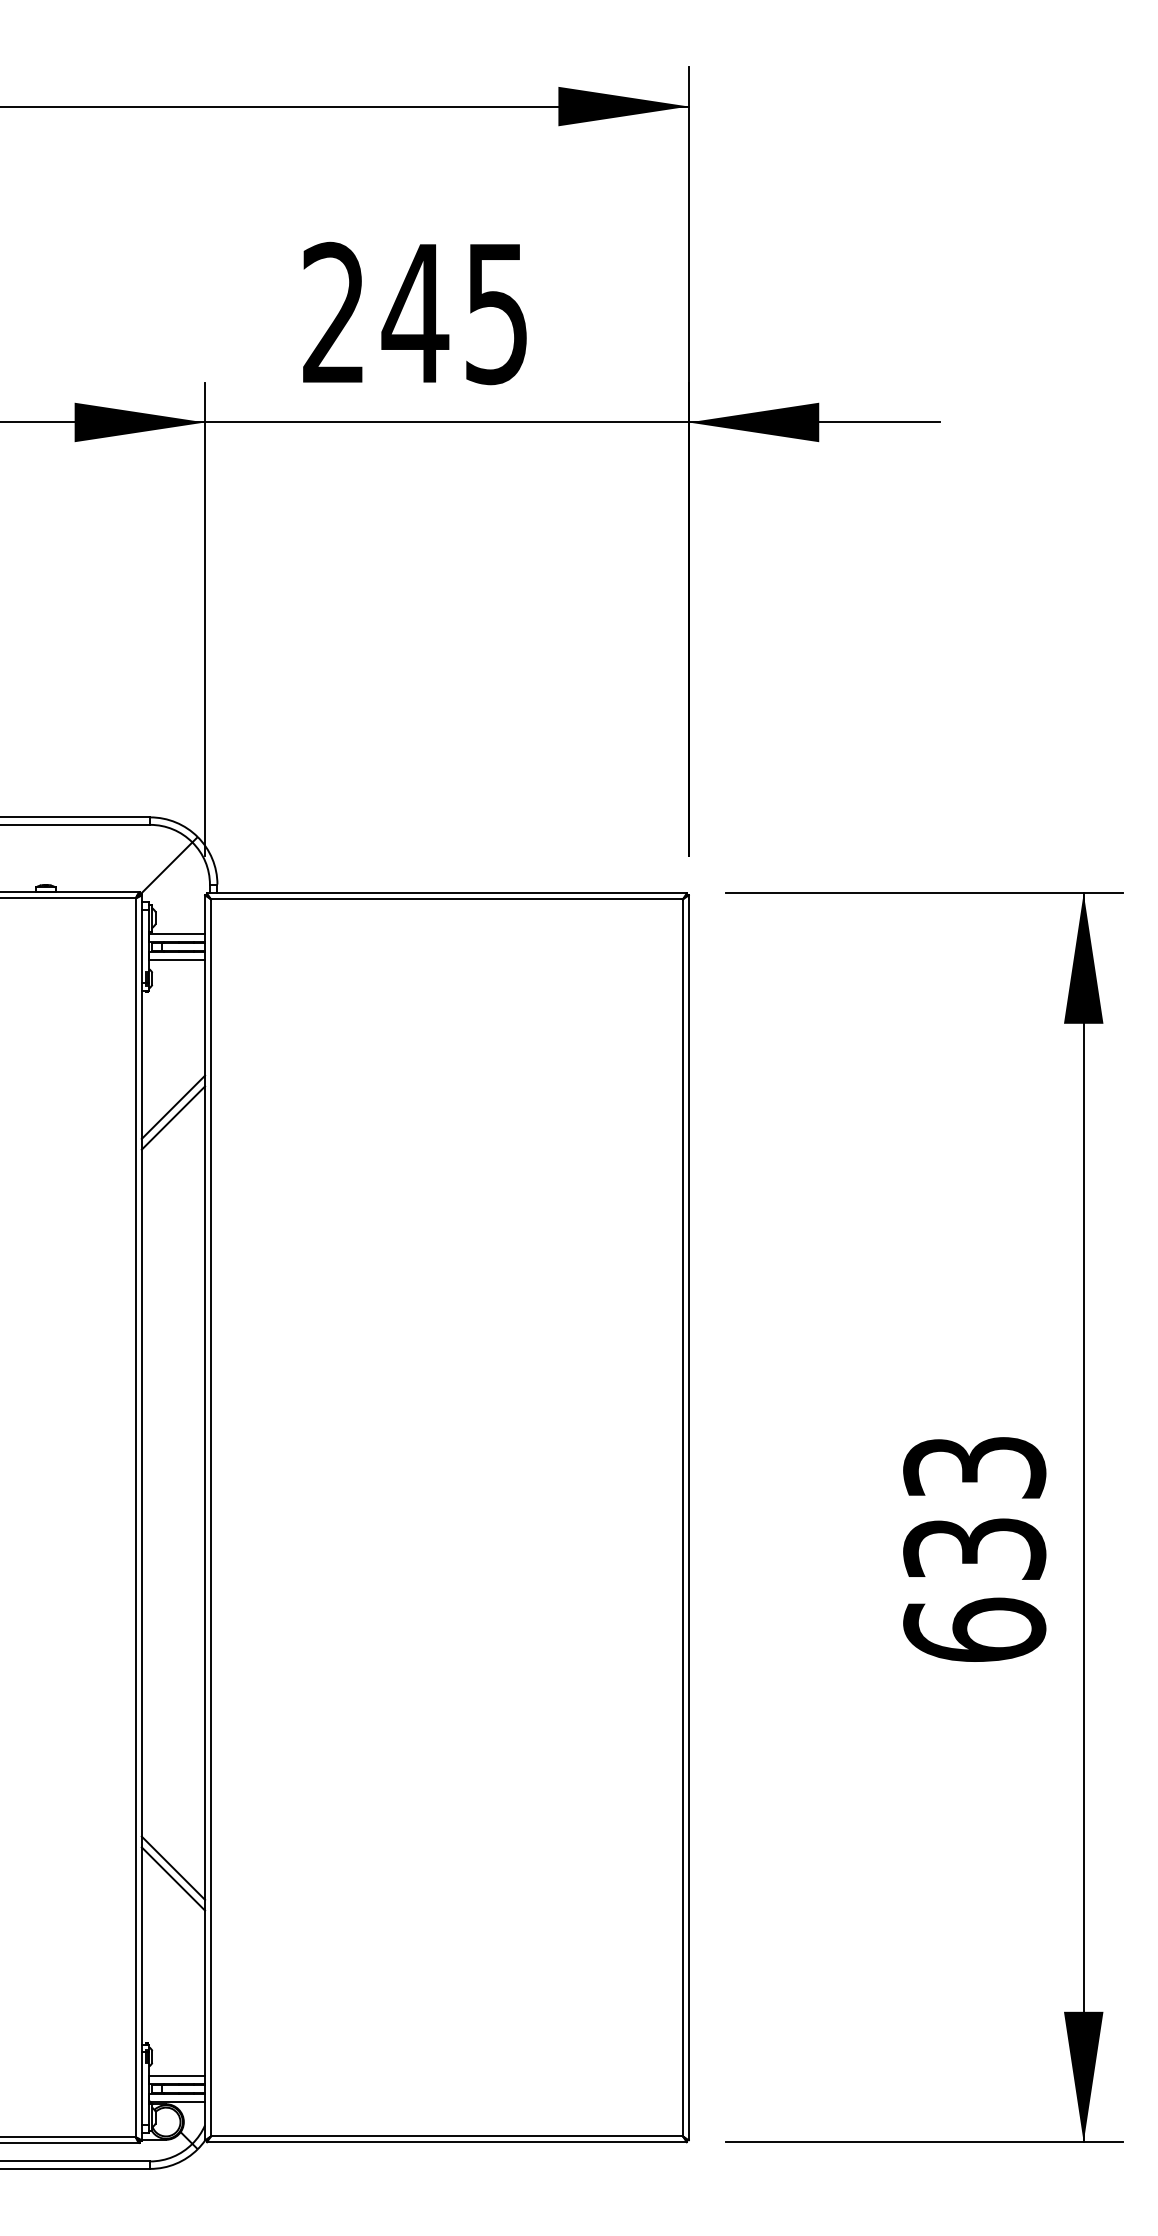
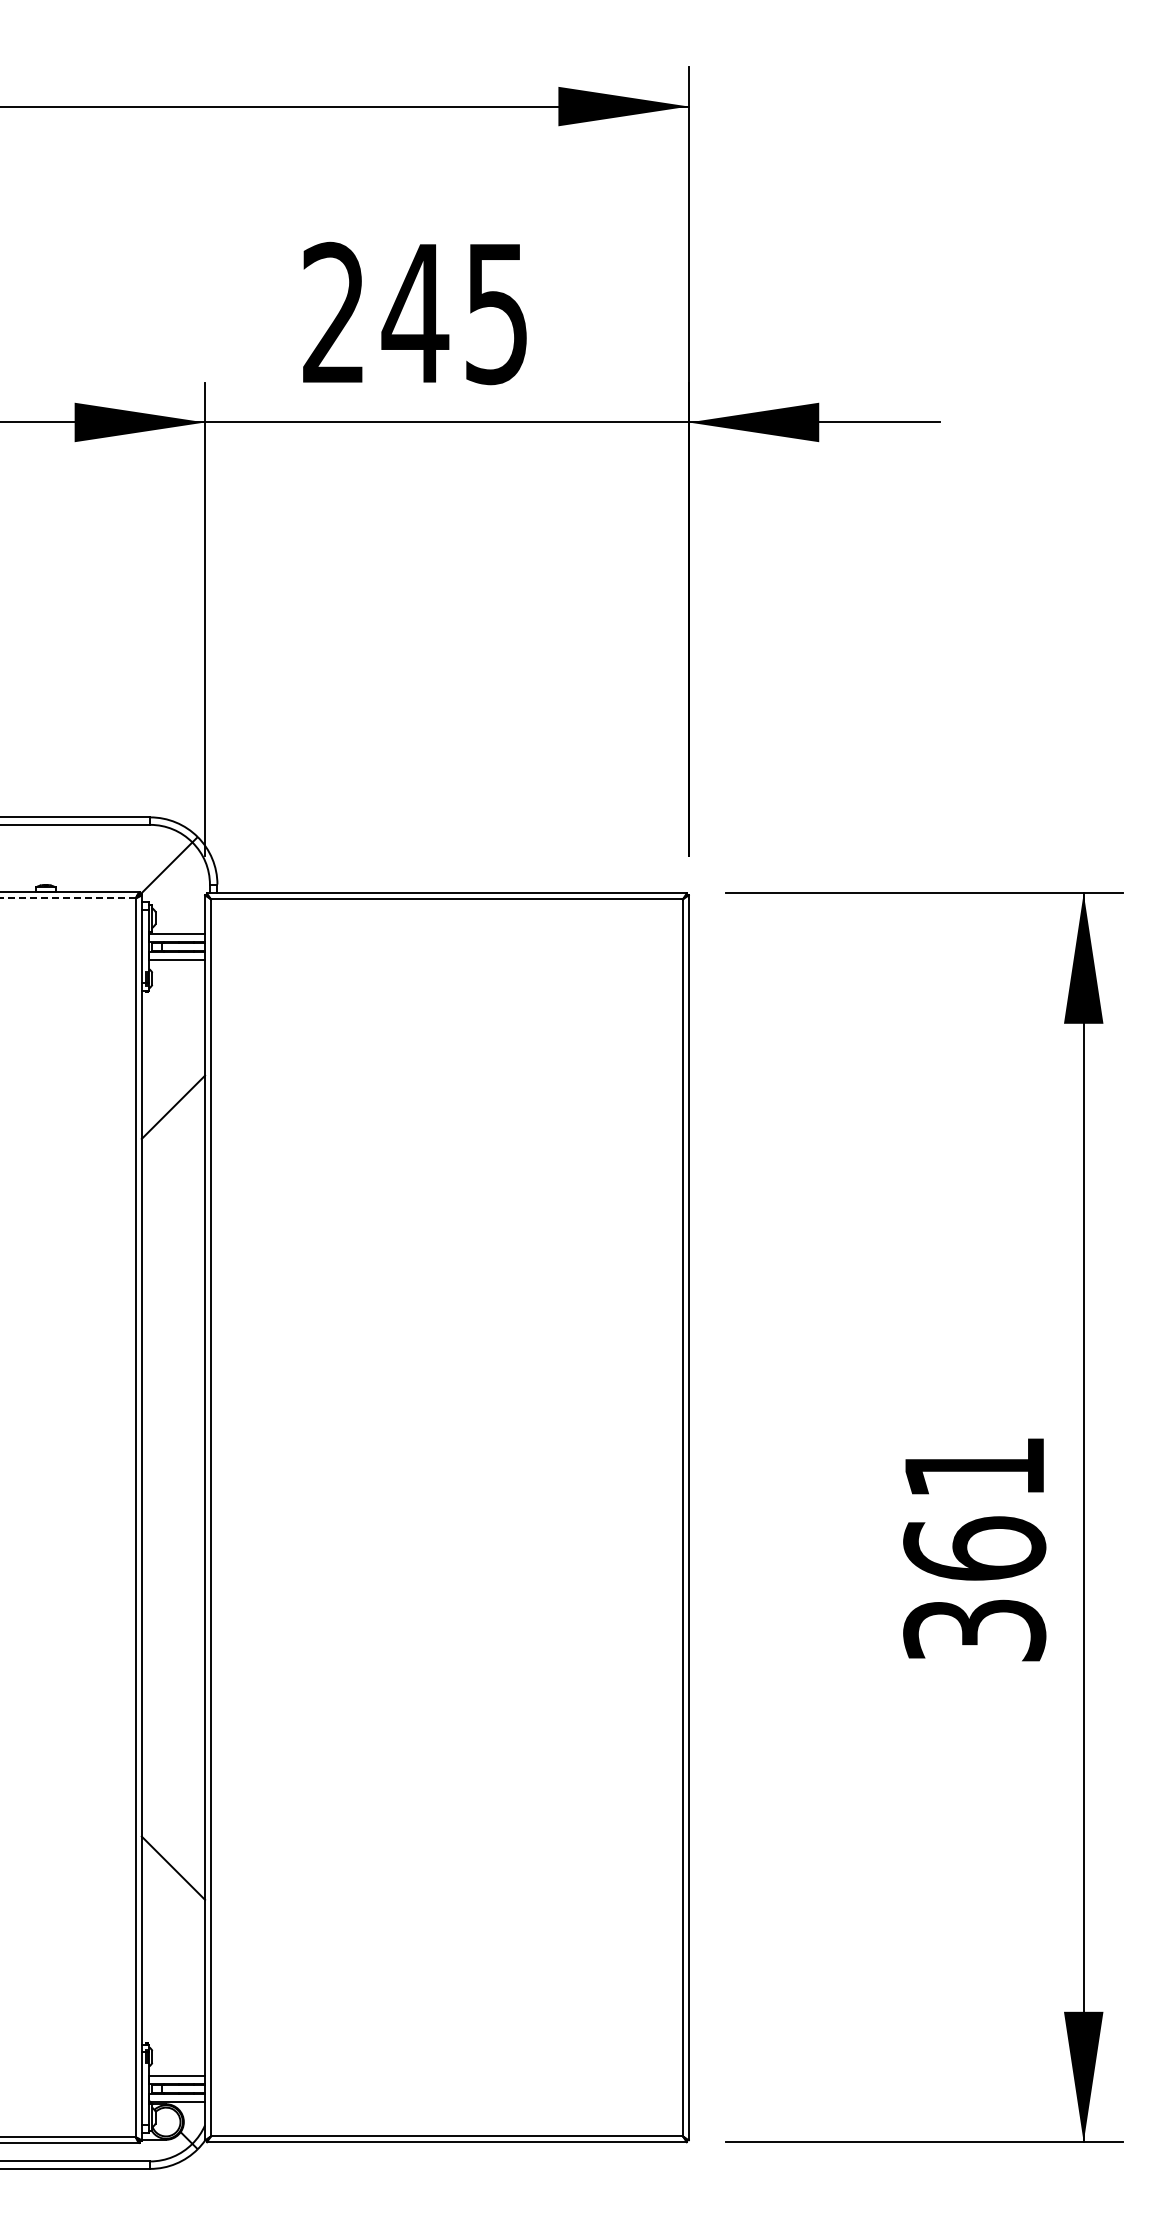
line at (67, 898): solid -> dashed
line at (173, 1117): present -> none
text at (974, 1549): 633 -> 361
line at (173, 1878): present -> none
